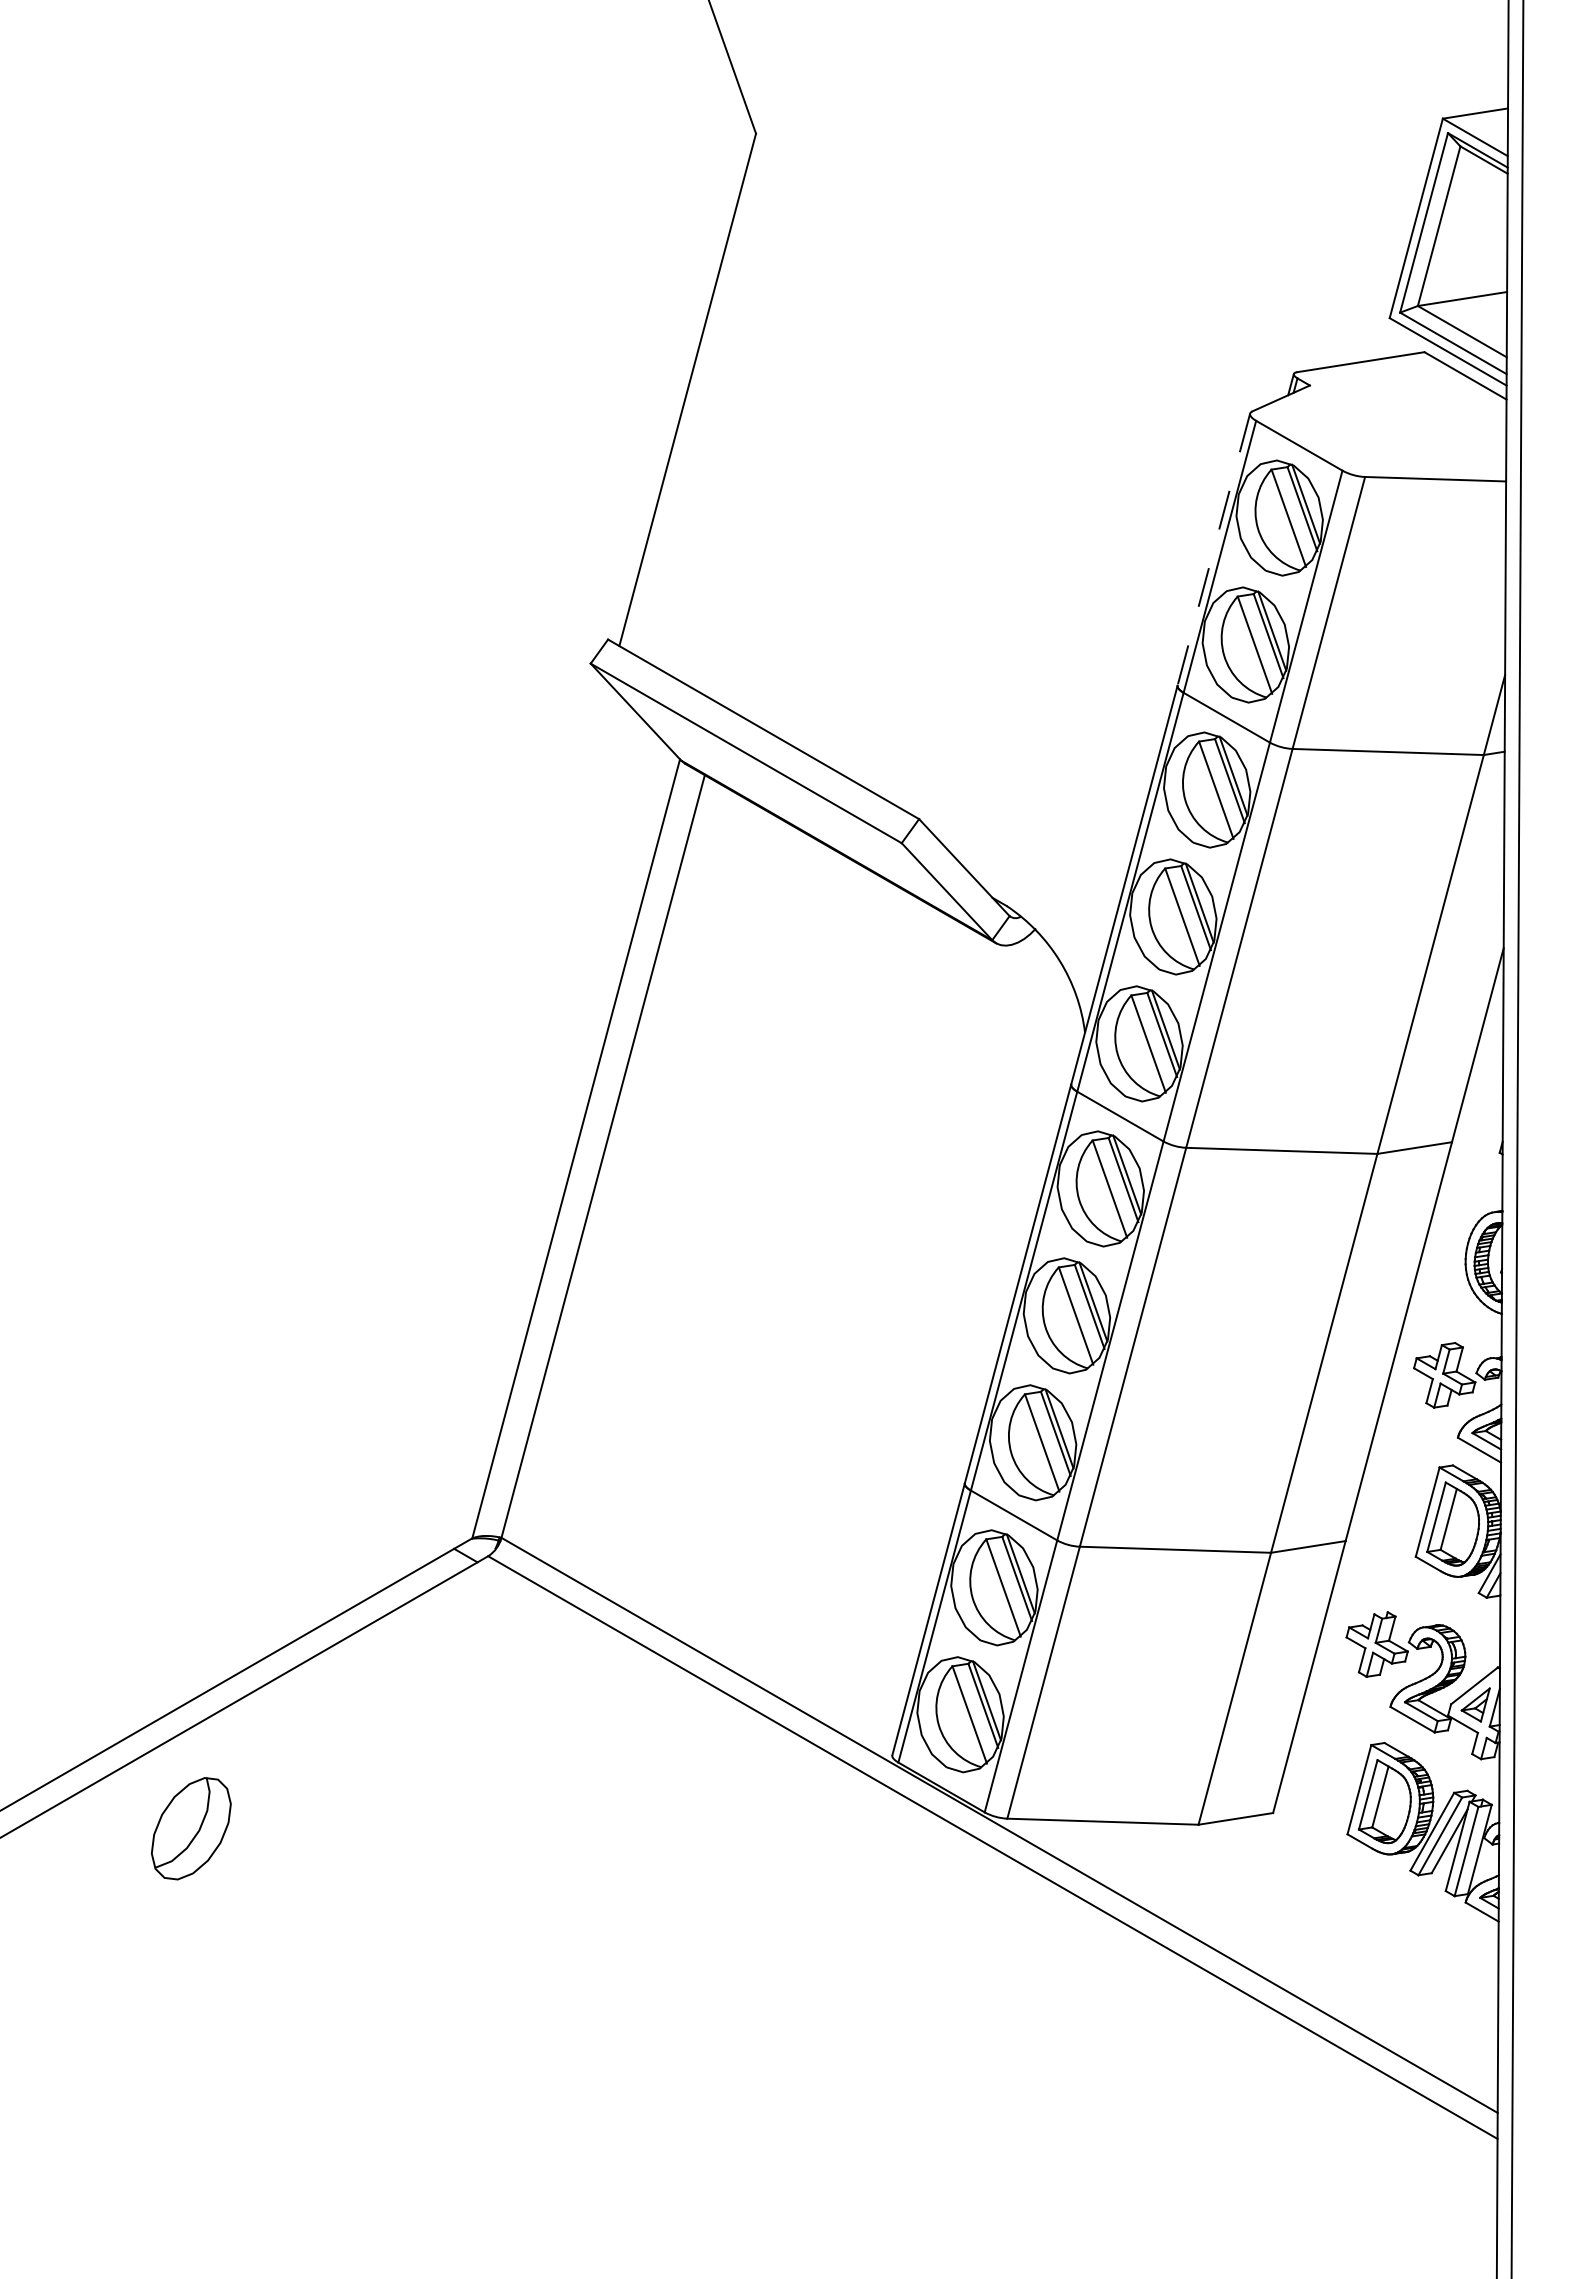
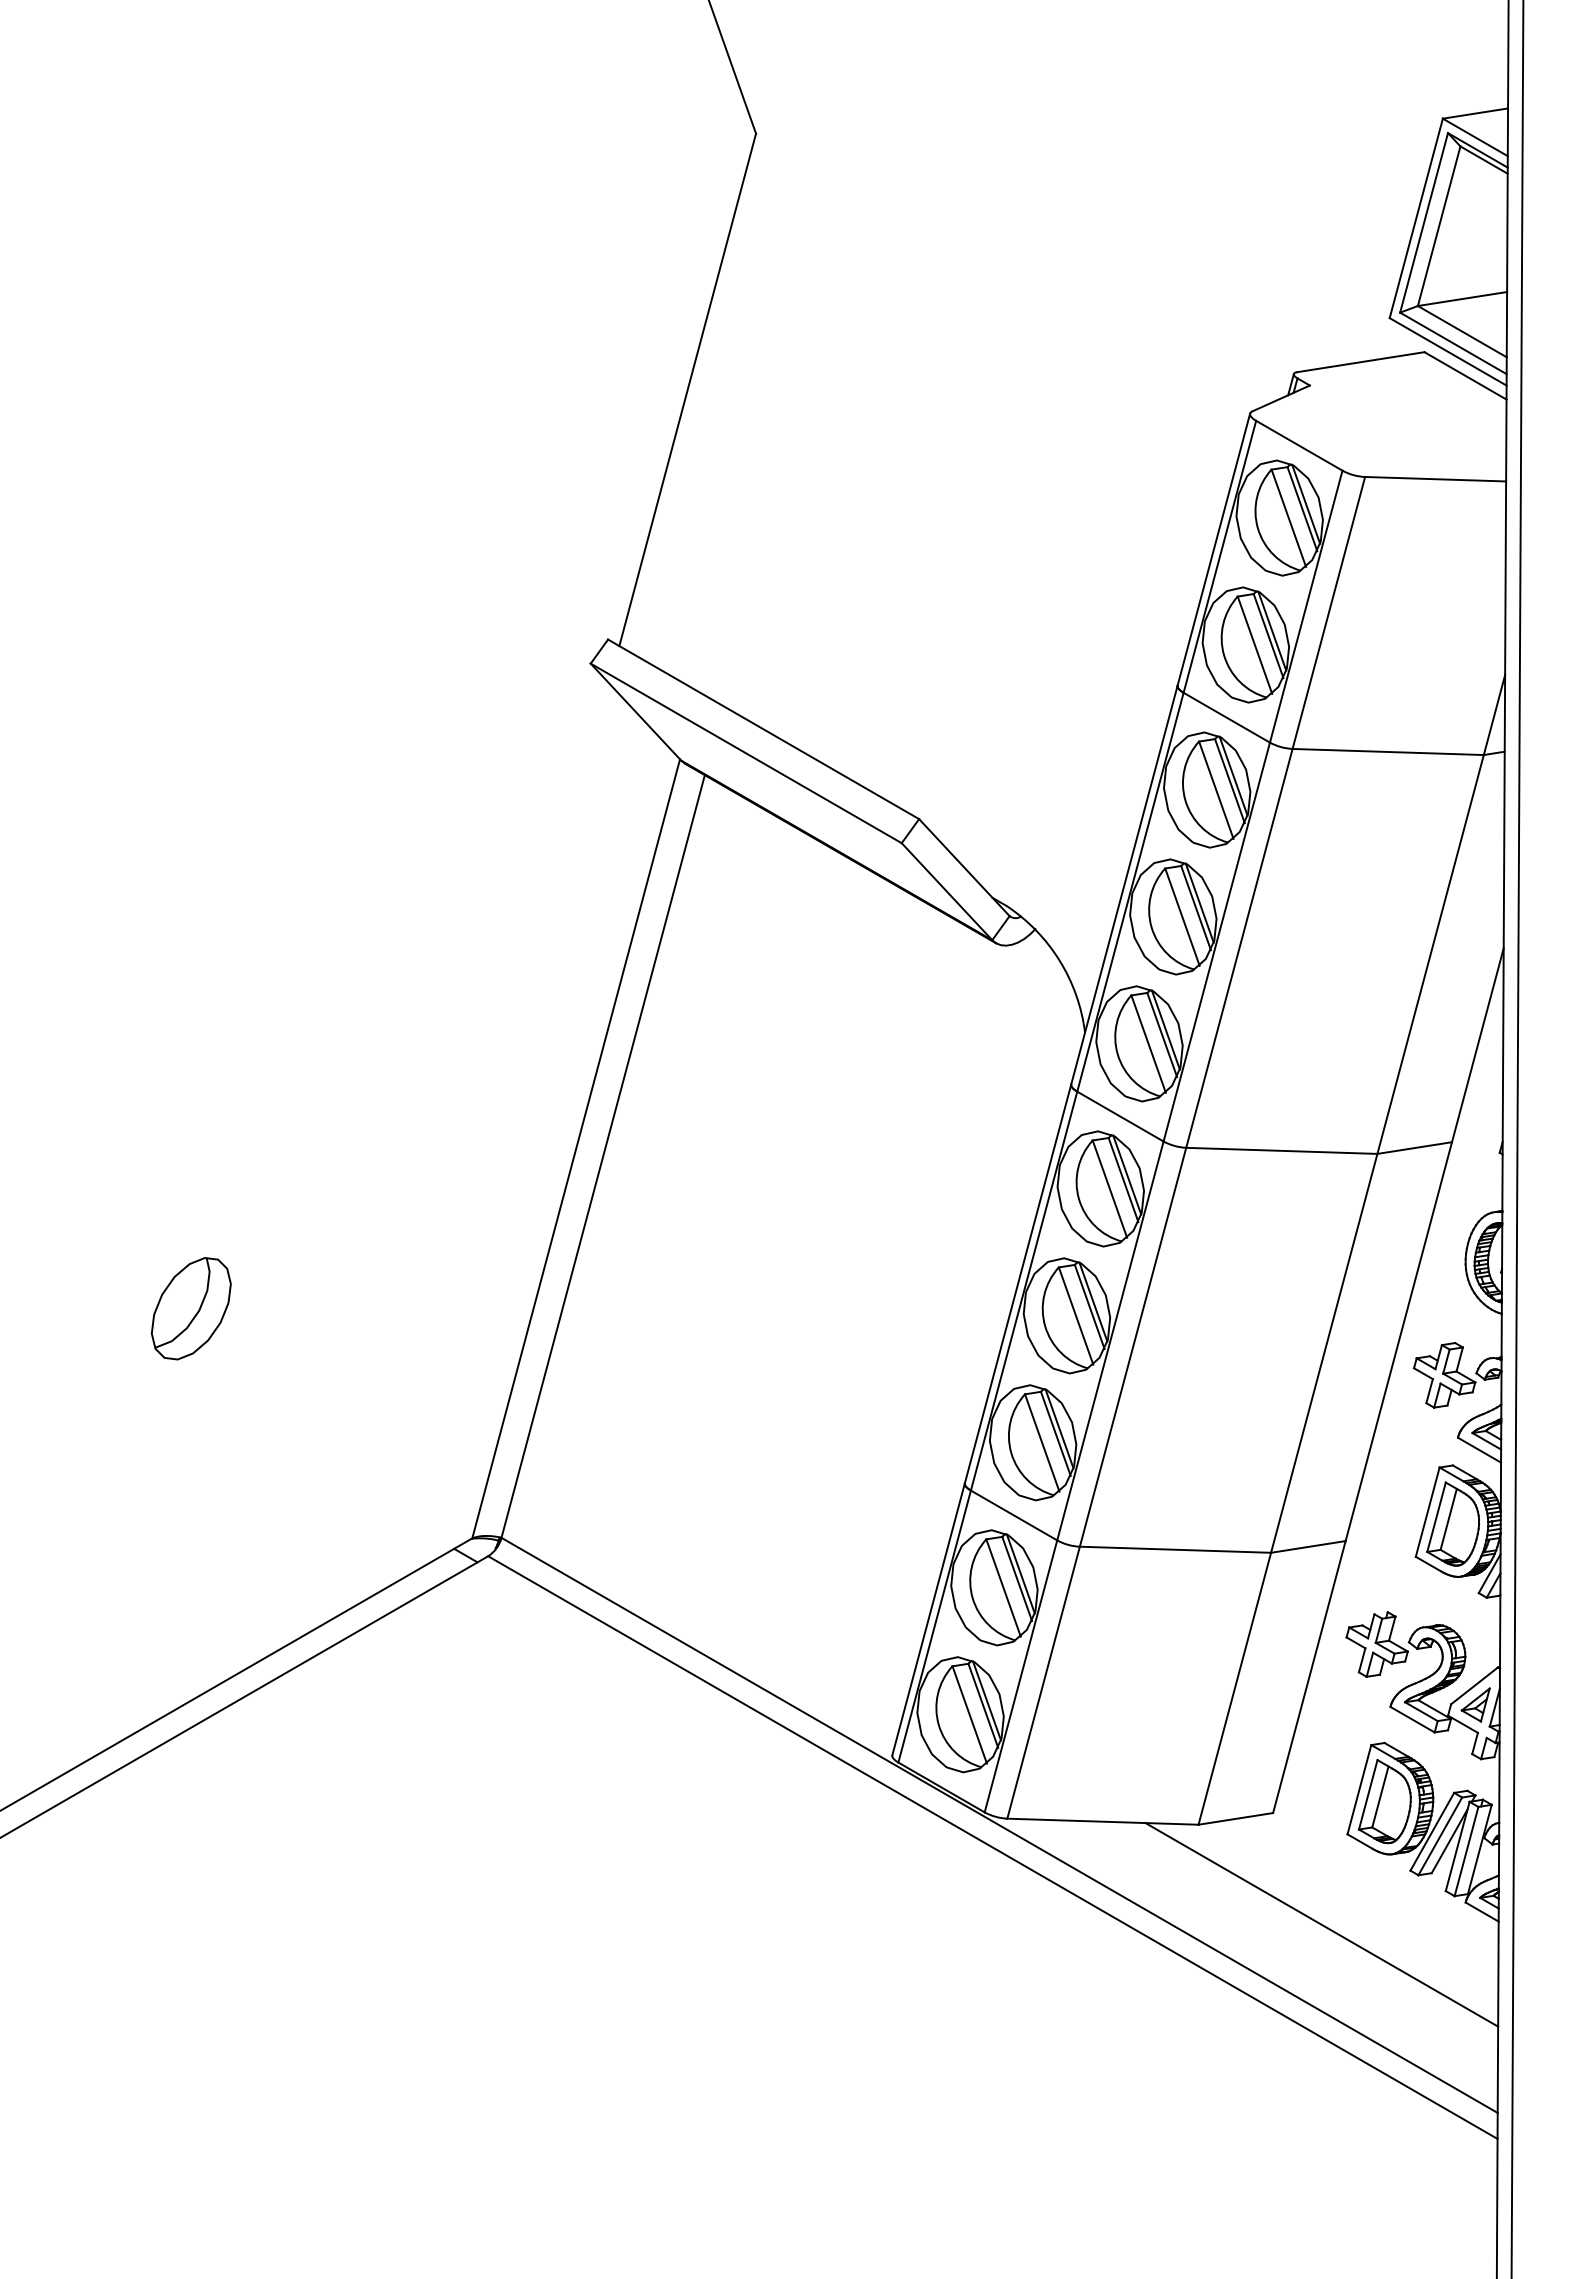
line at (1213, 549): dashed -> solid
part at (190, 1828) position: (190, 1828) -> (190, 1308)
line at (1321, 1924): none -> present
